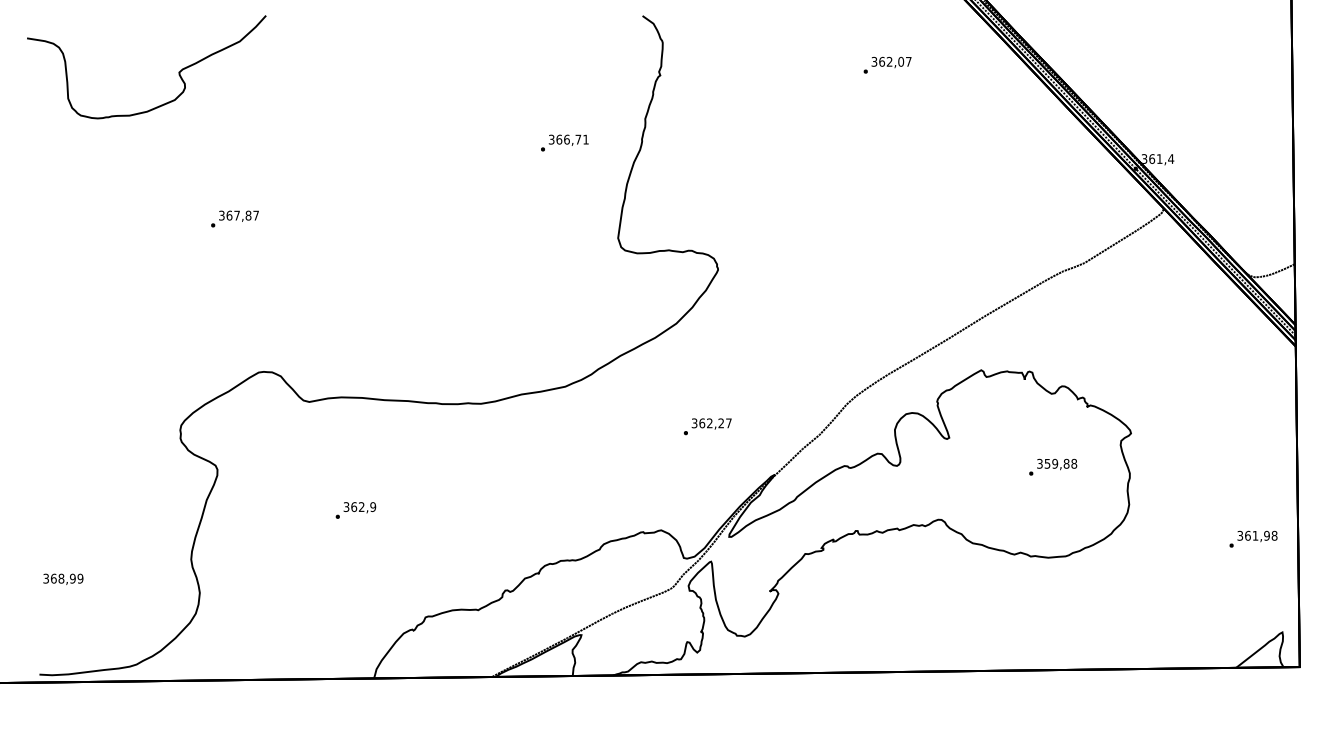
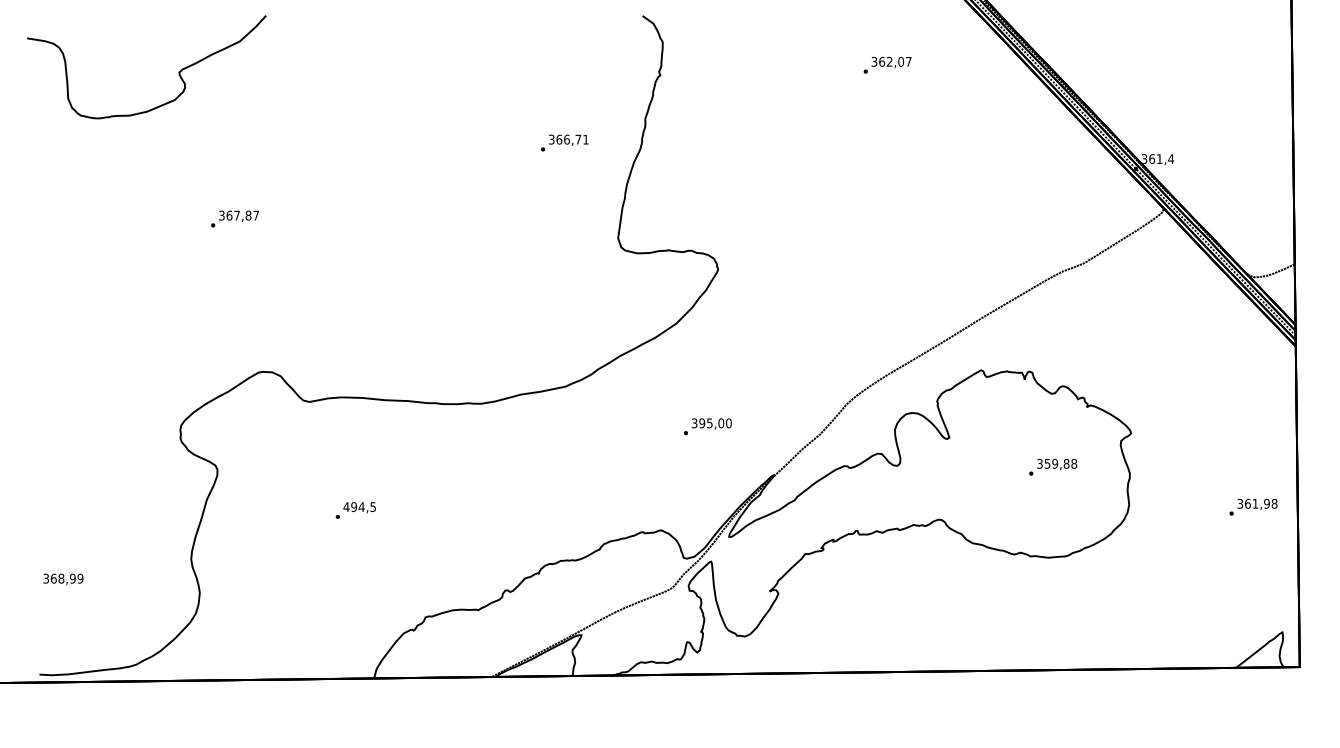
text at (715, 423): 362,27 -> 395,00
text at (359, 507): 362,9 -> 494,5
text at (1253, 538) position: (1253, 538) -> (1253, 506)
